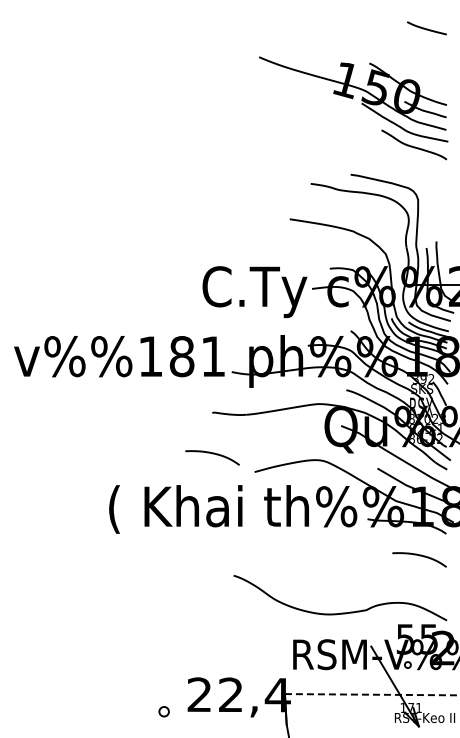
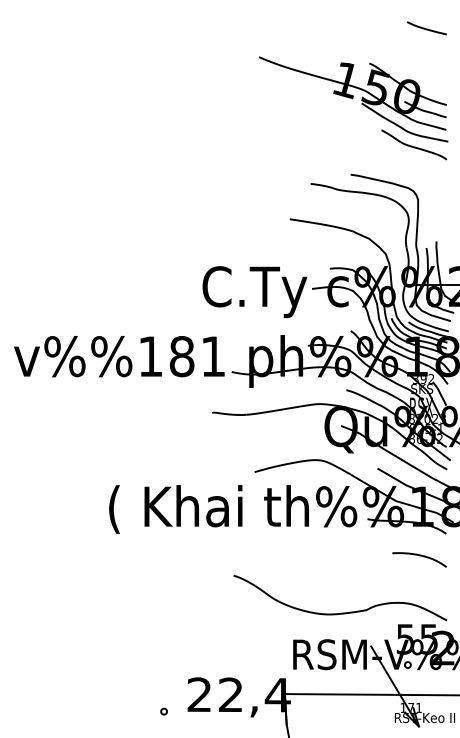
curve at (212, 454): present -> none
line at (372, 694): dashed -> solid
part at (163, 711) size: 12x12 px -> 8x9 px
